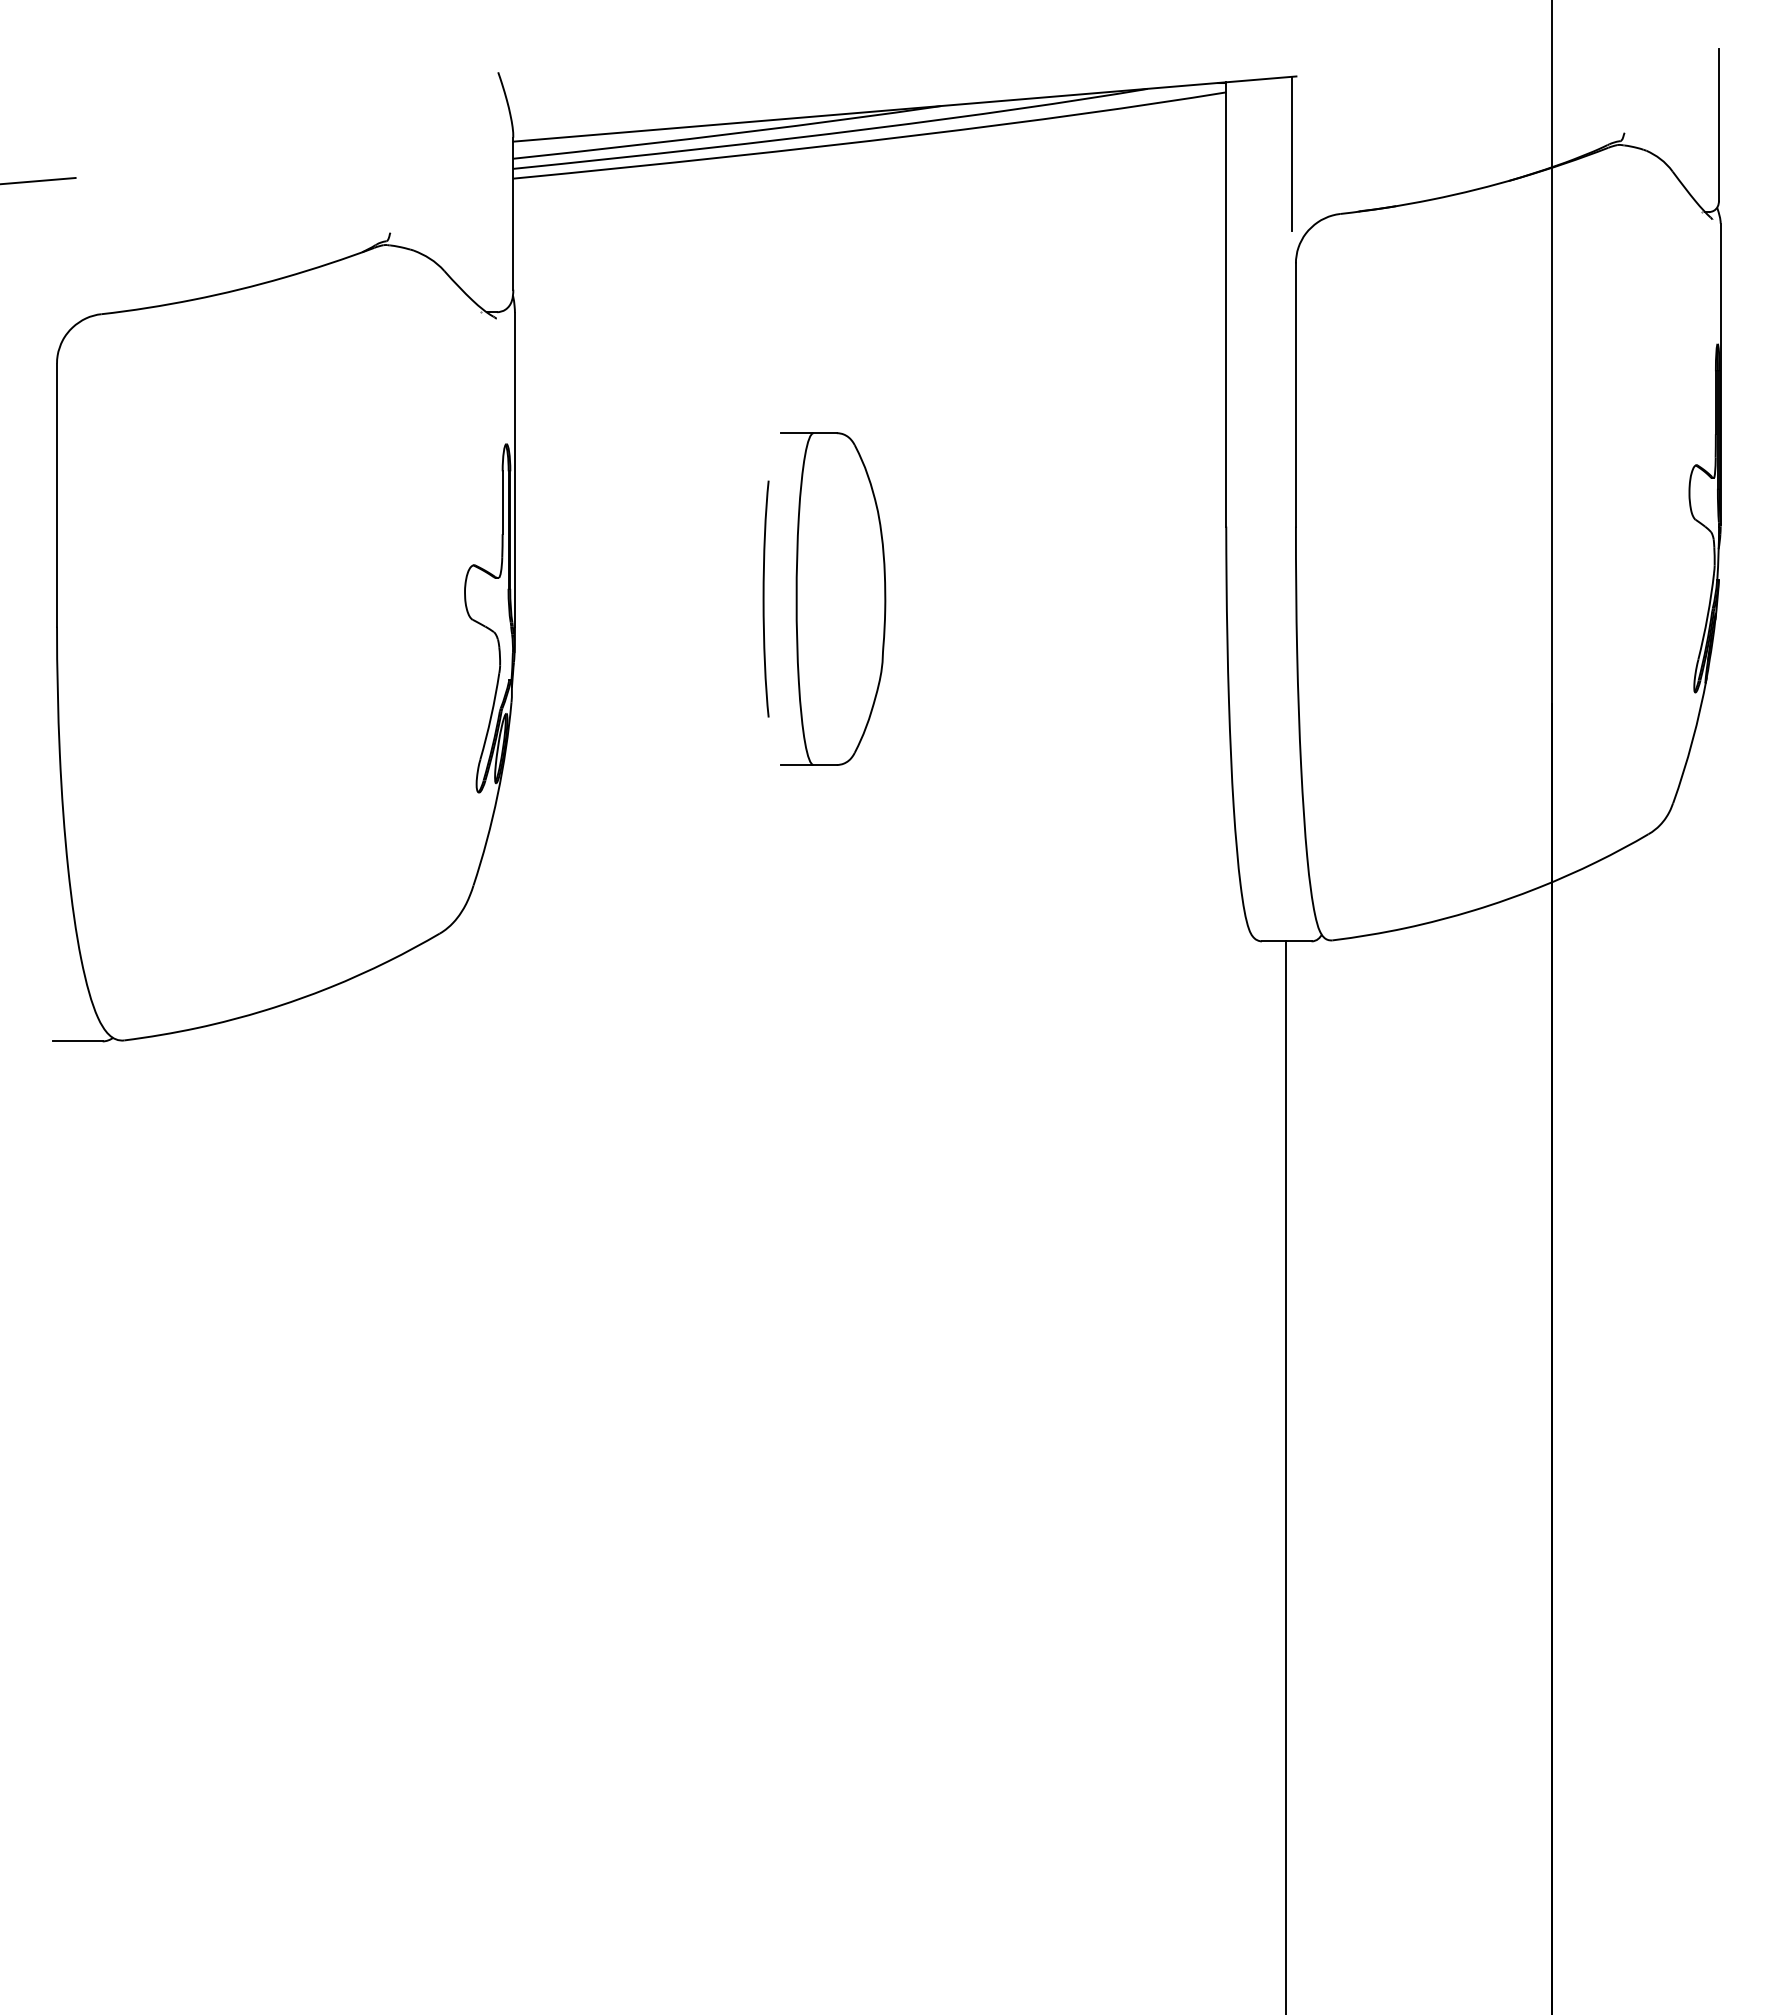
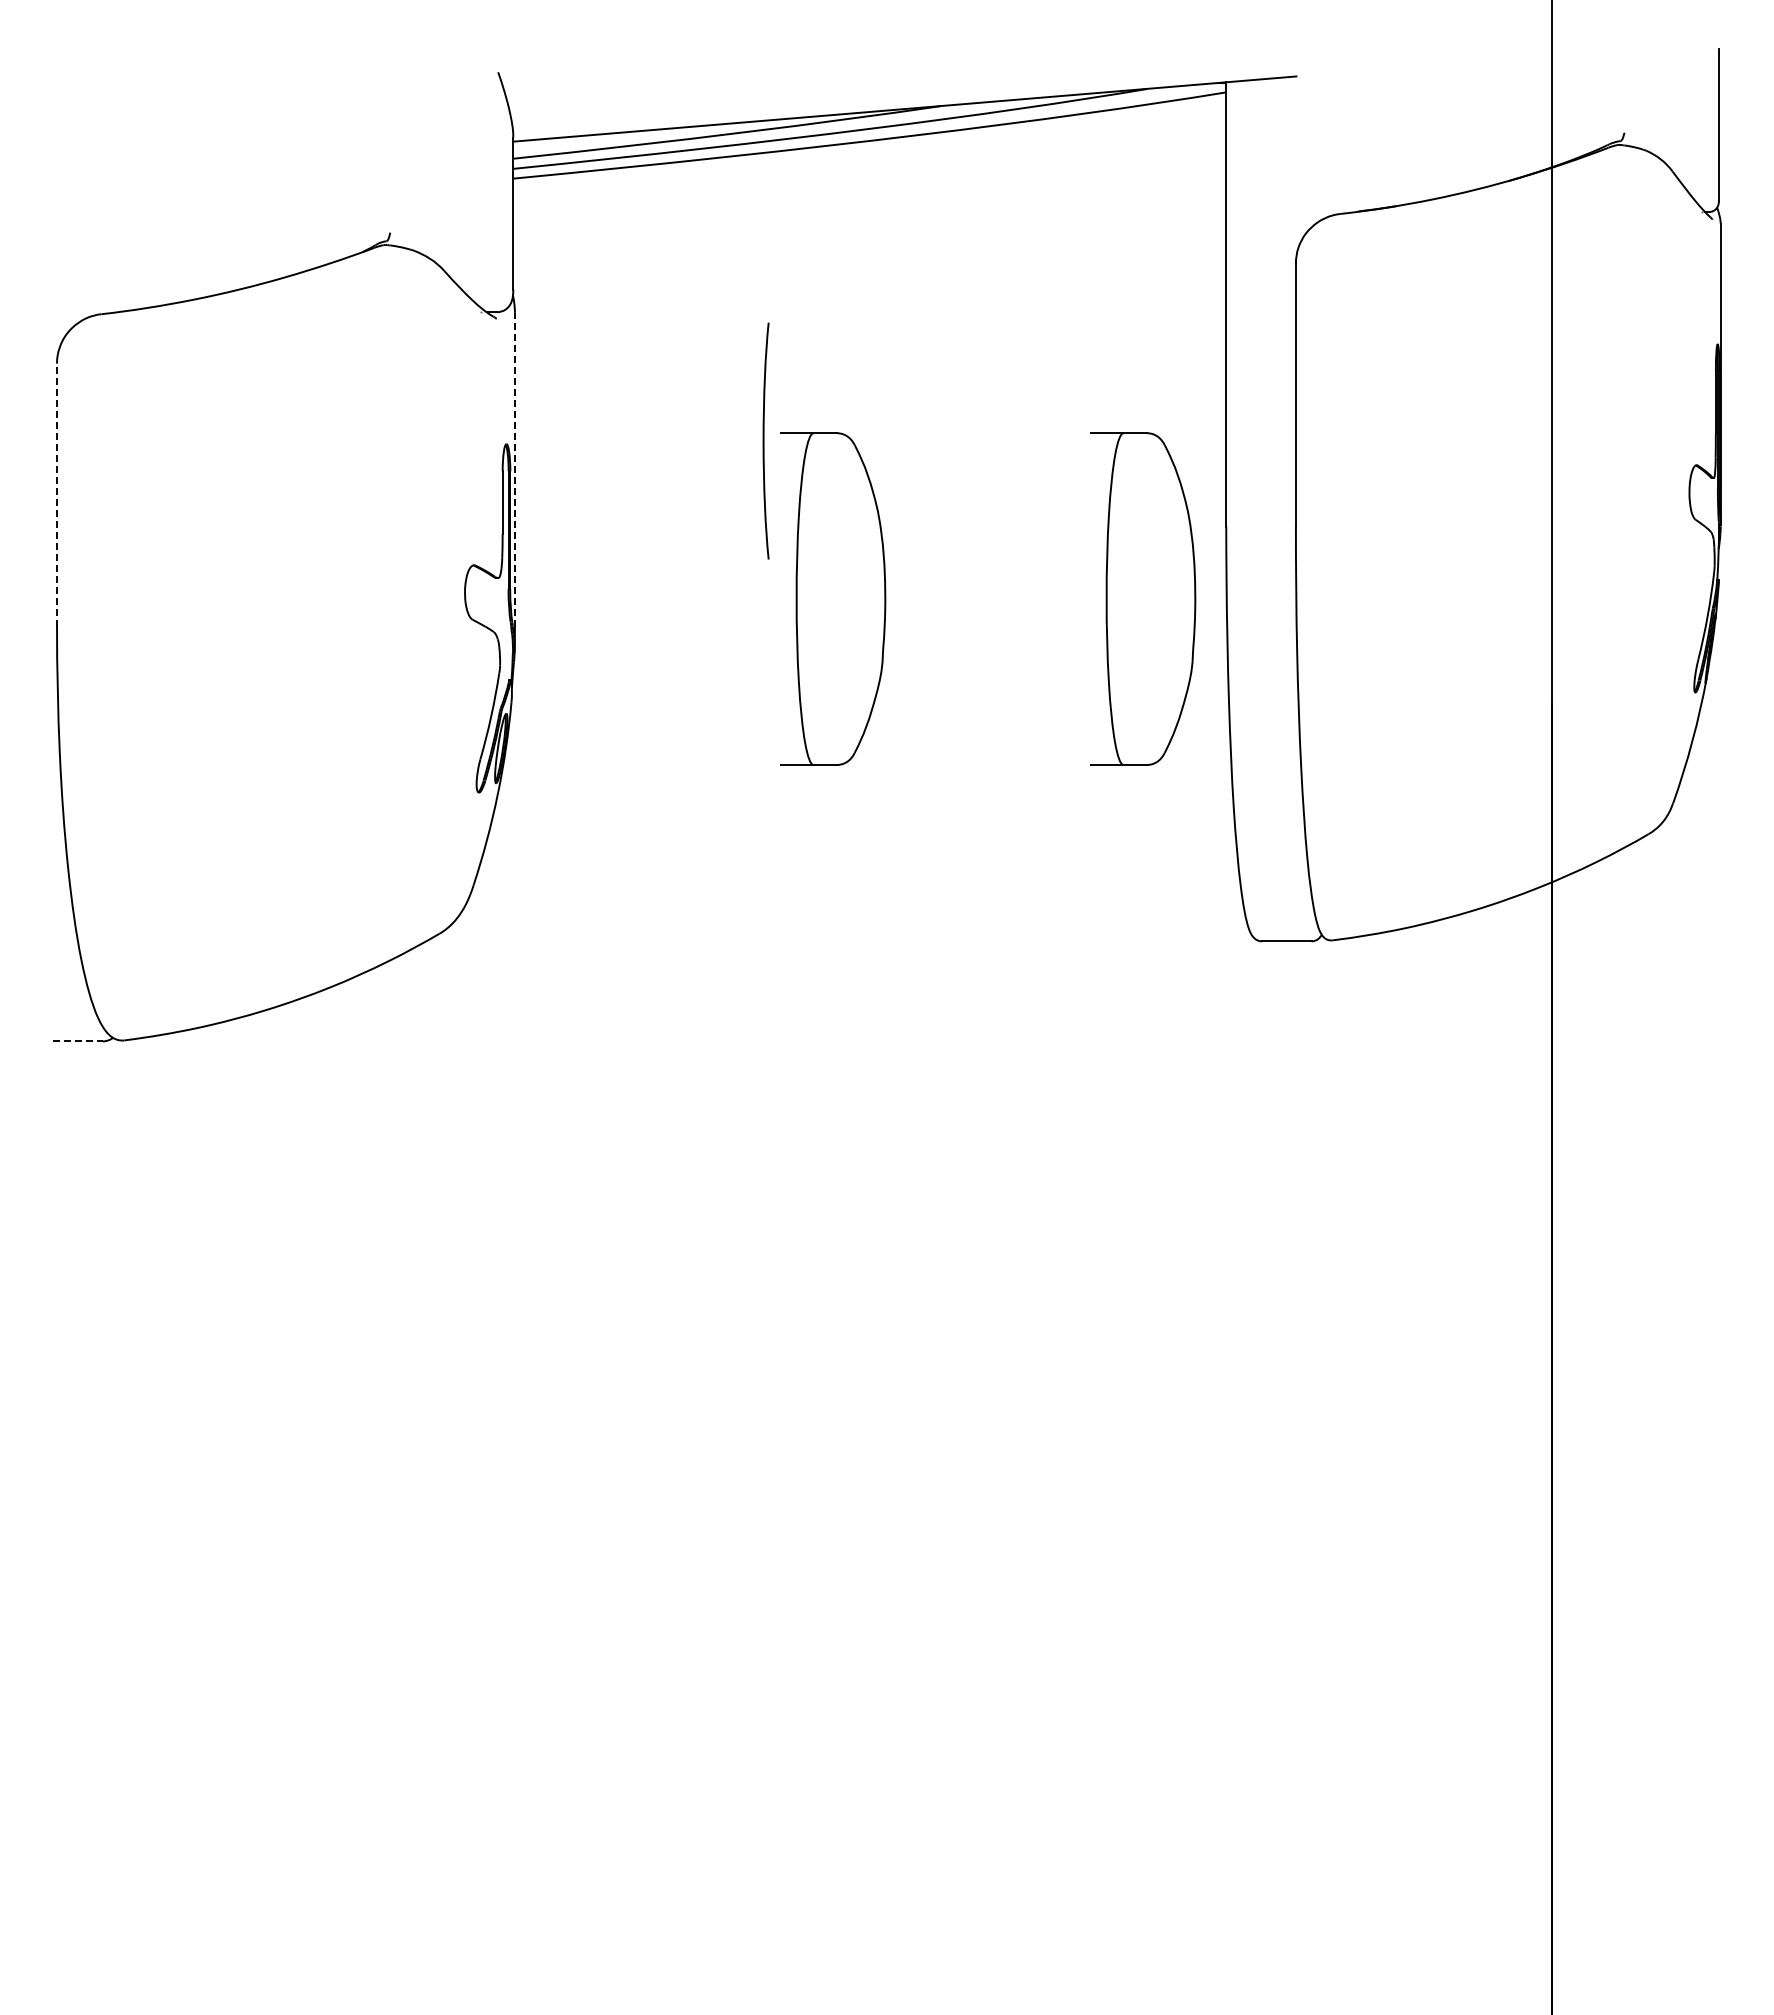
line at (1291, 153): present -> none
line at (38, 181): present -> none
line at (514, 469): solid -> dashed
line at (57, 494): solid -> dashed
curve at (764, 598) position: (764, 598) -> (764, 440)
part at (1143, 598): none -> present
line at (78, 1041): solid -> dashed
line at (1285, 1476): present -> none
